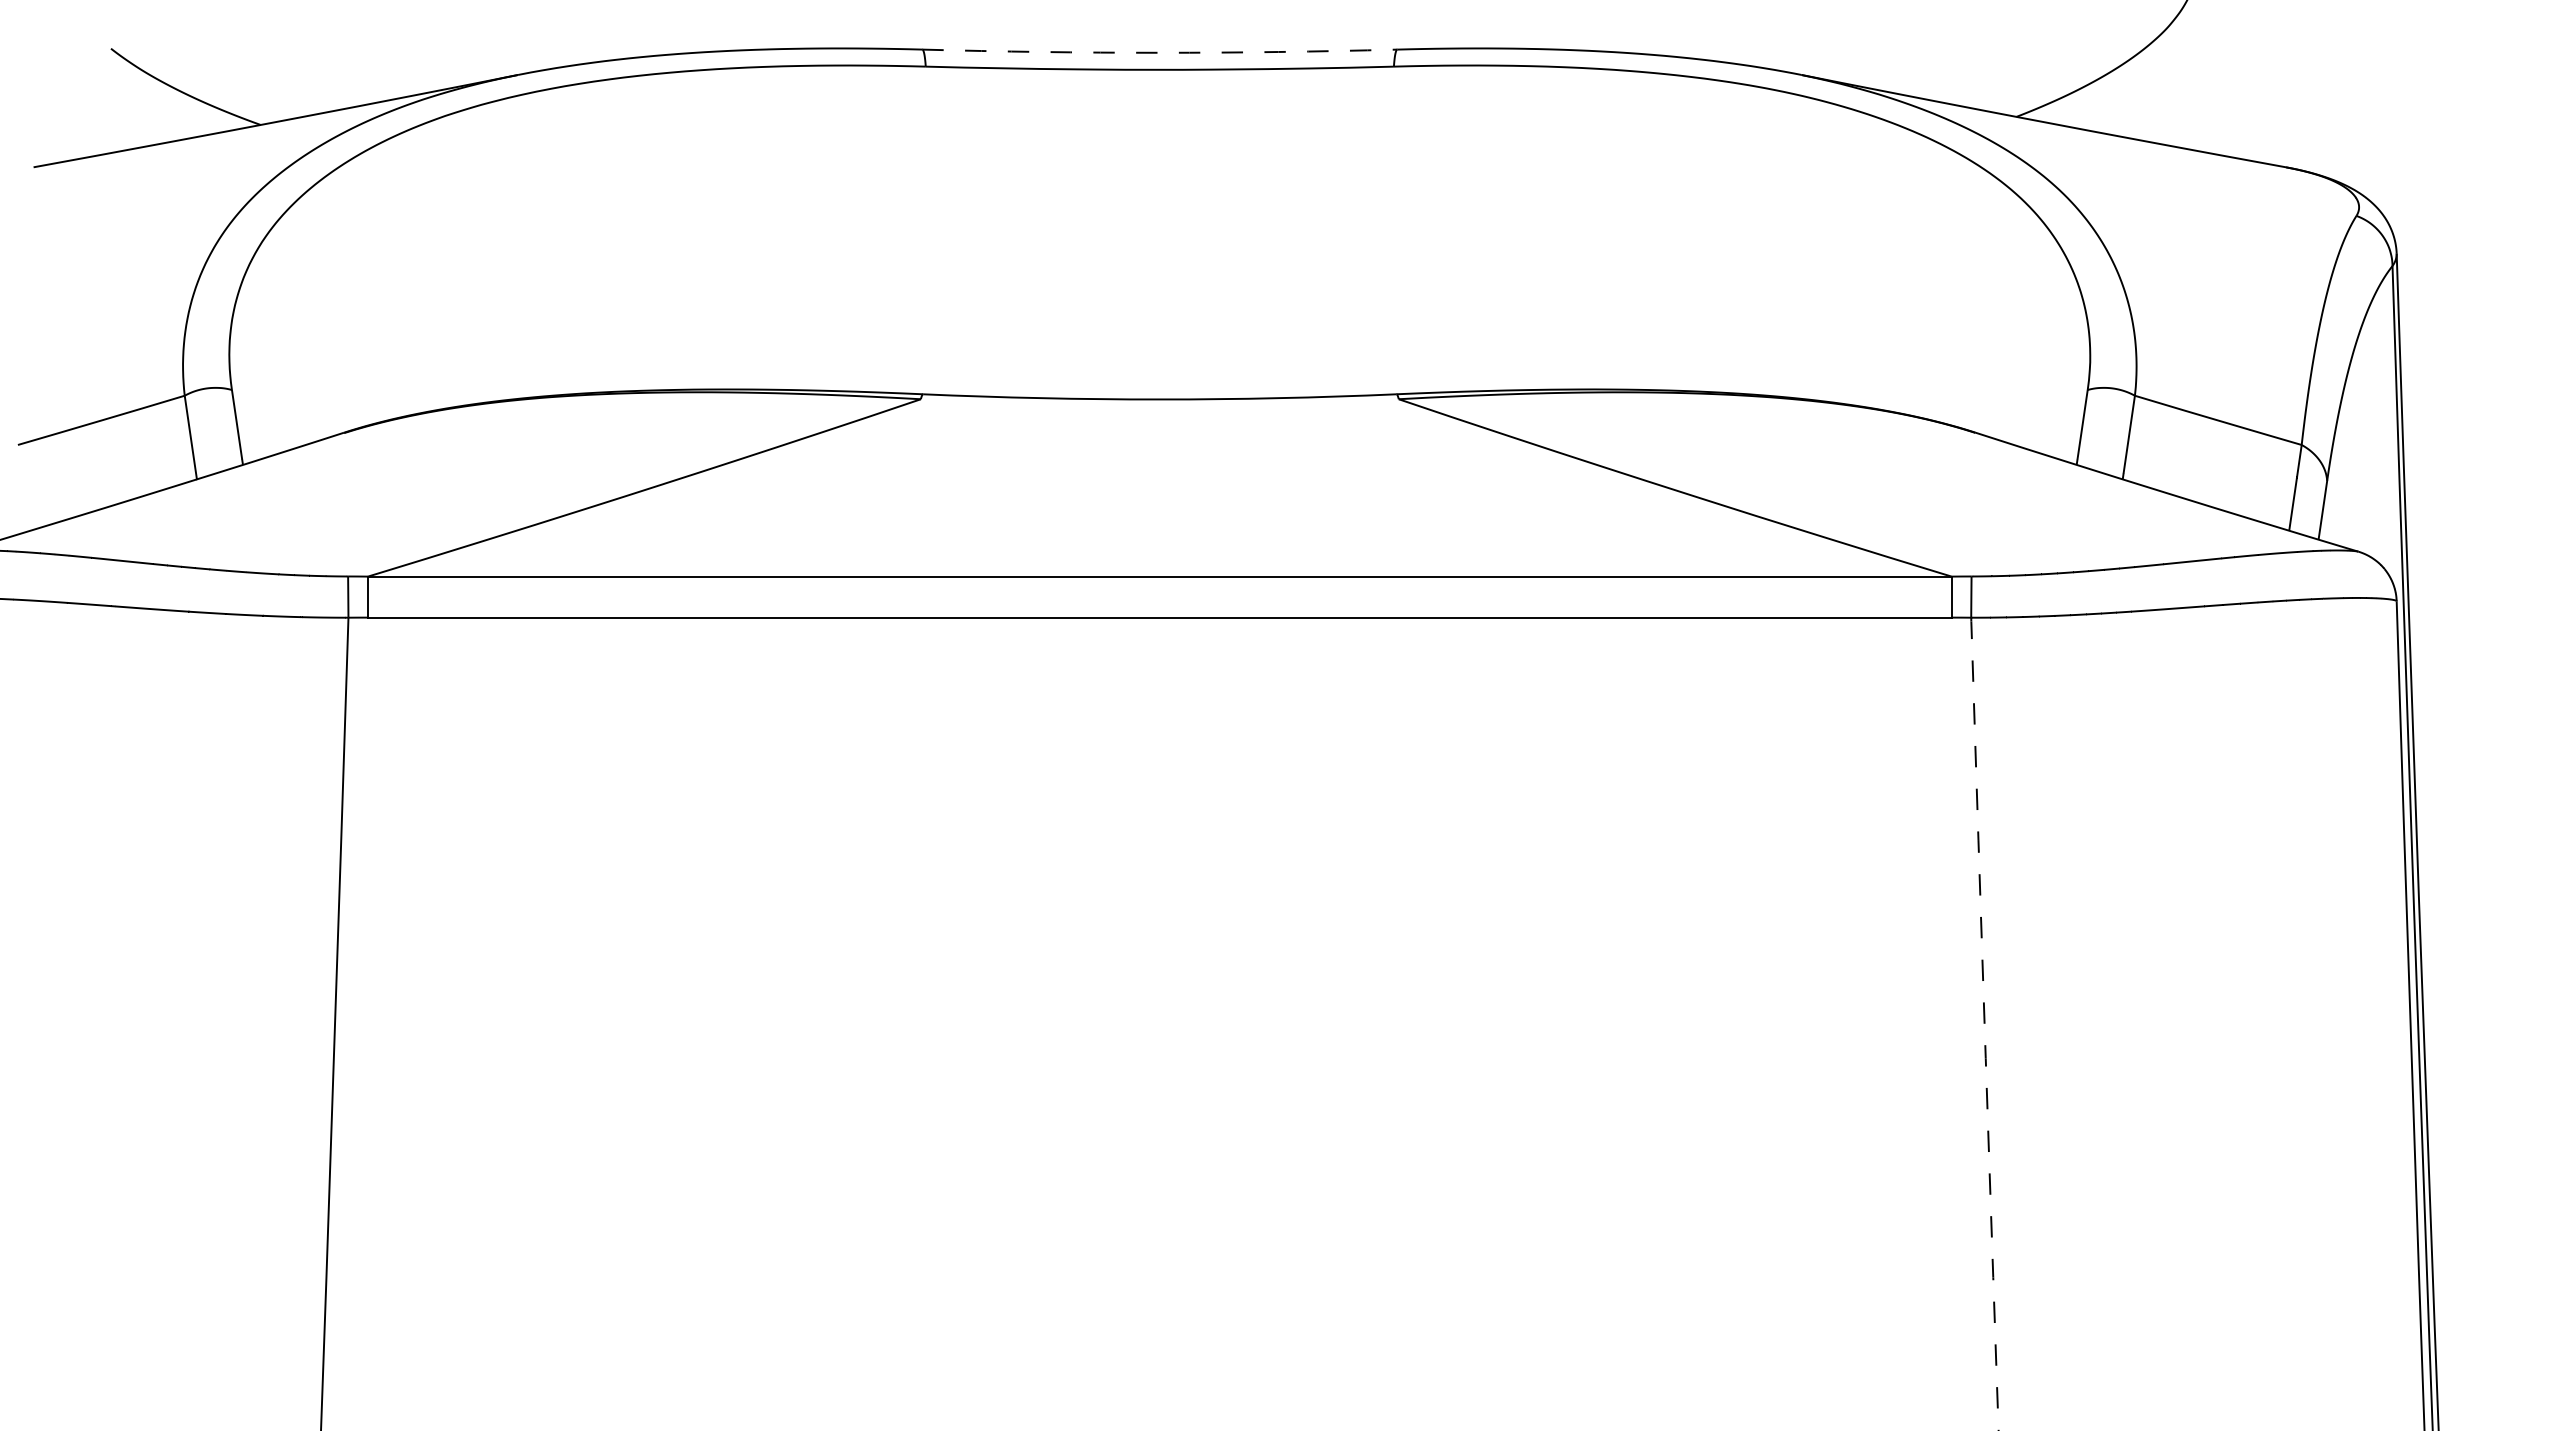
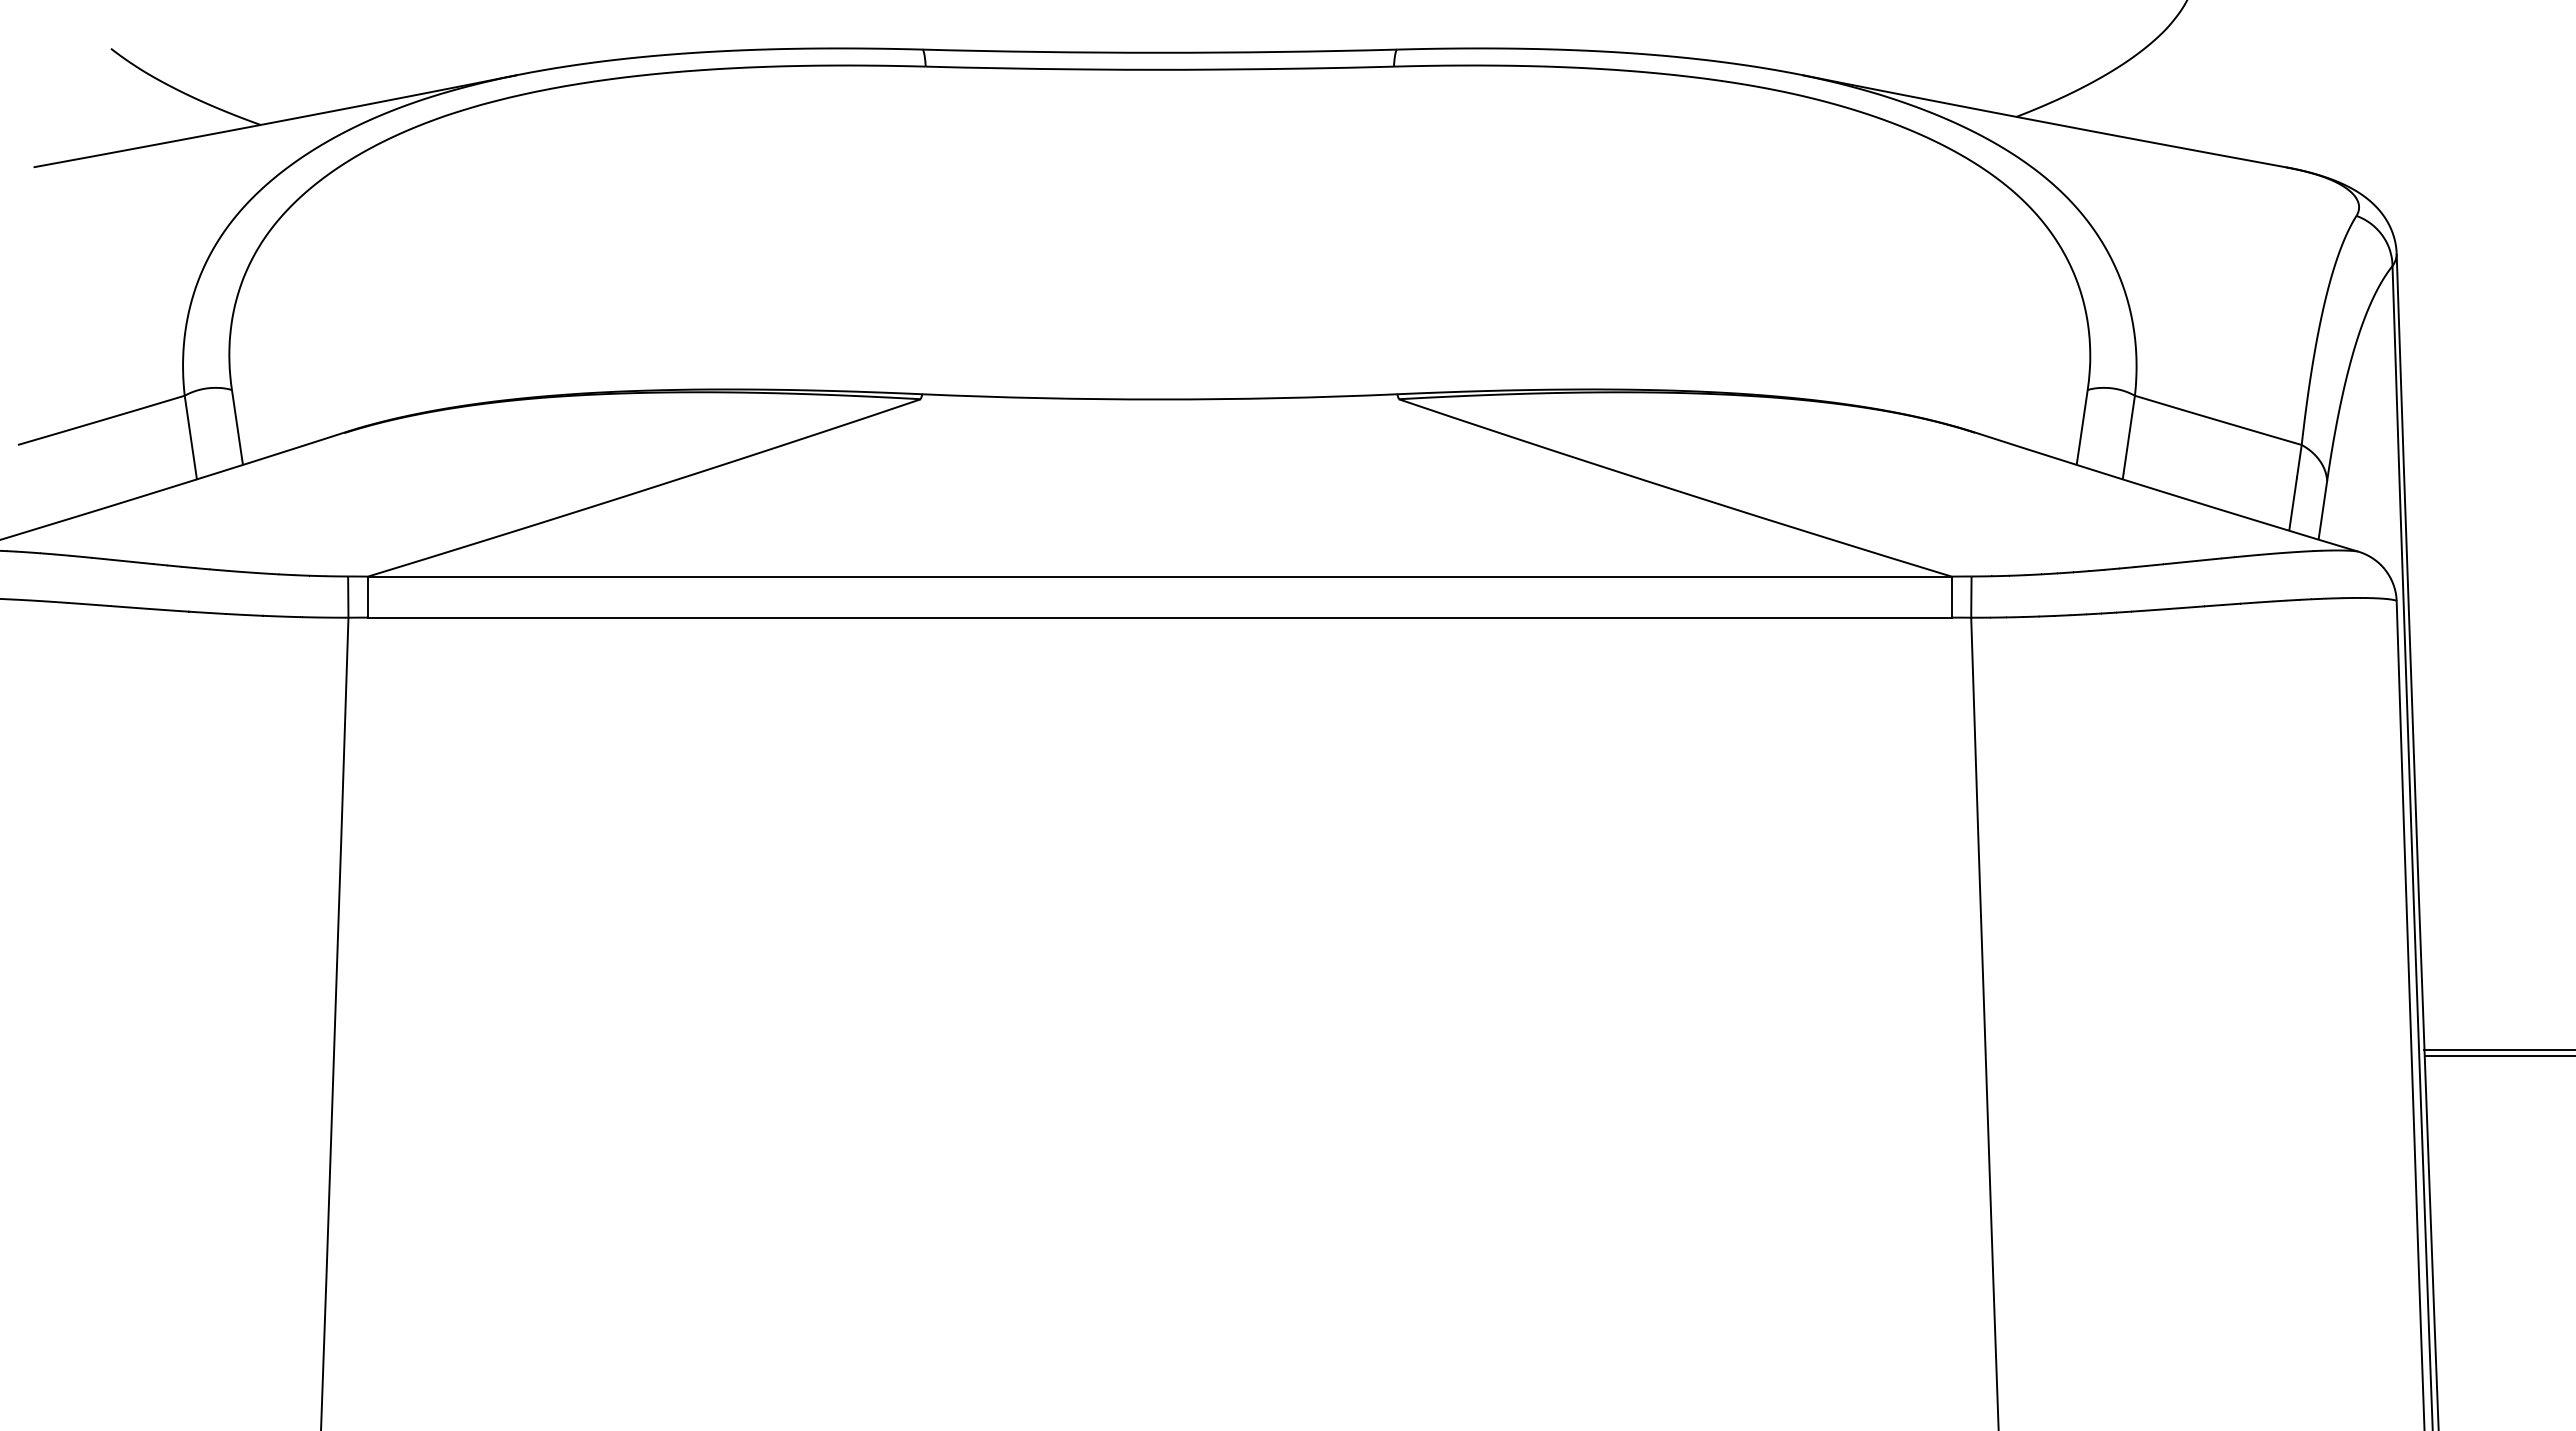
line at (1159, 52): dashed -> solid
line at (1984, 1023): dashed -> solid
line at (2498, 1050): none -> present
line at (2498, 1055): none -> present
